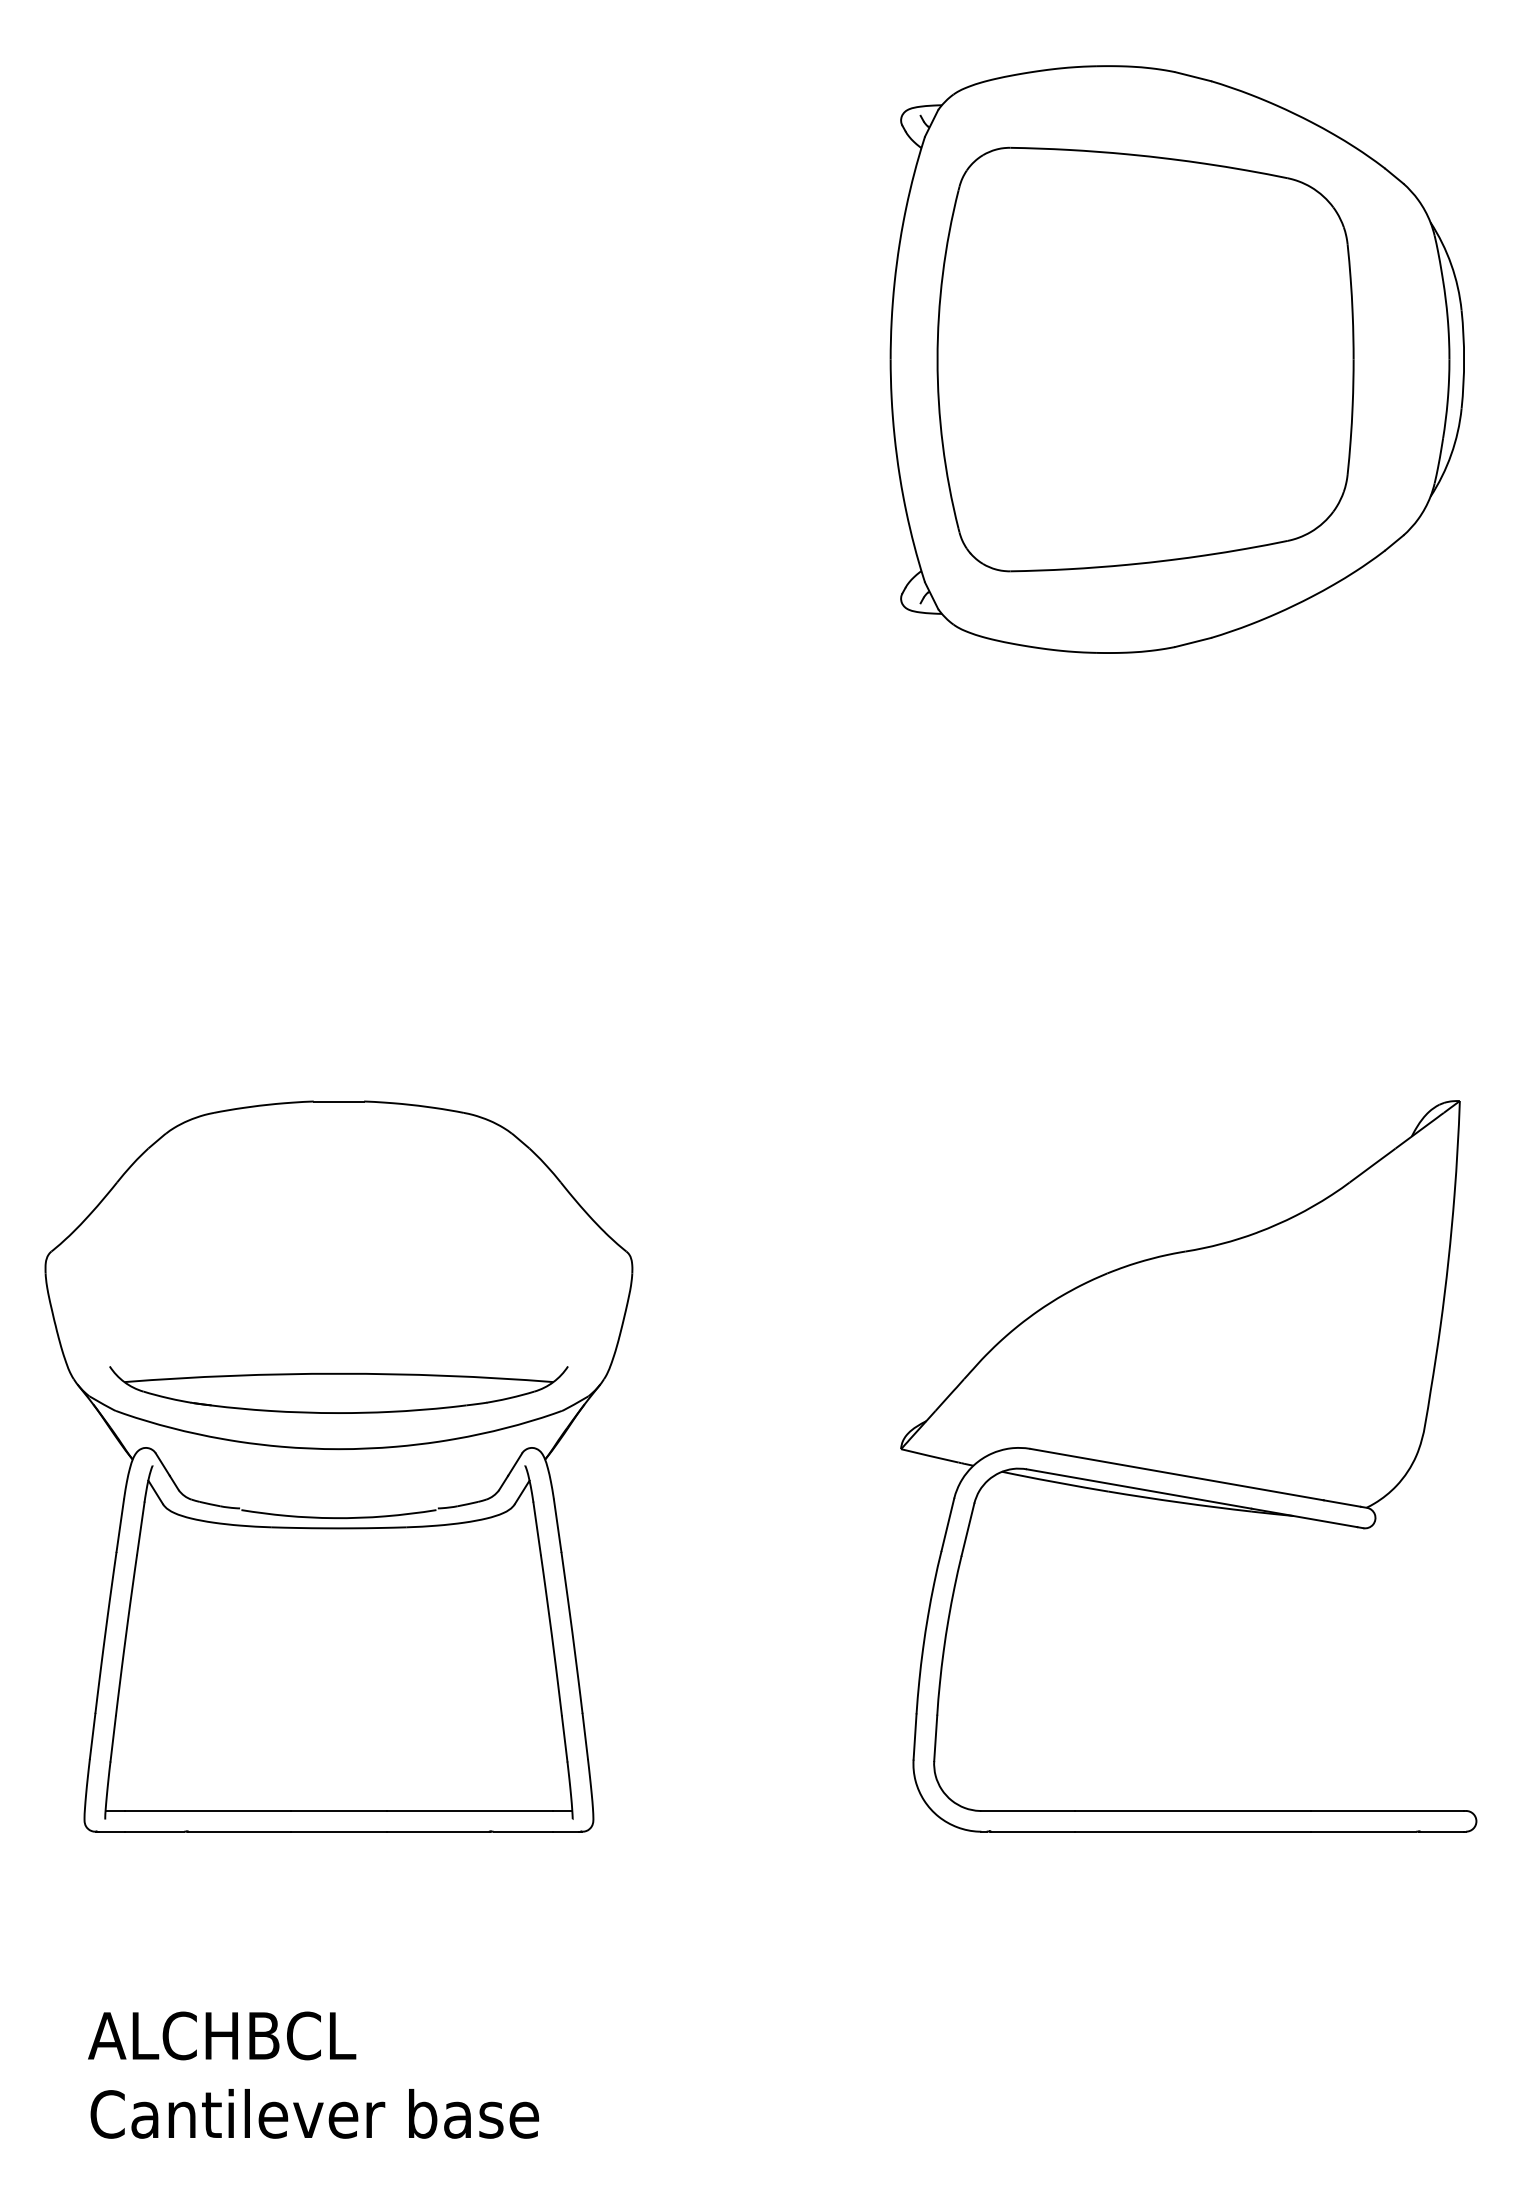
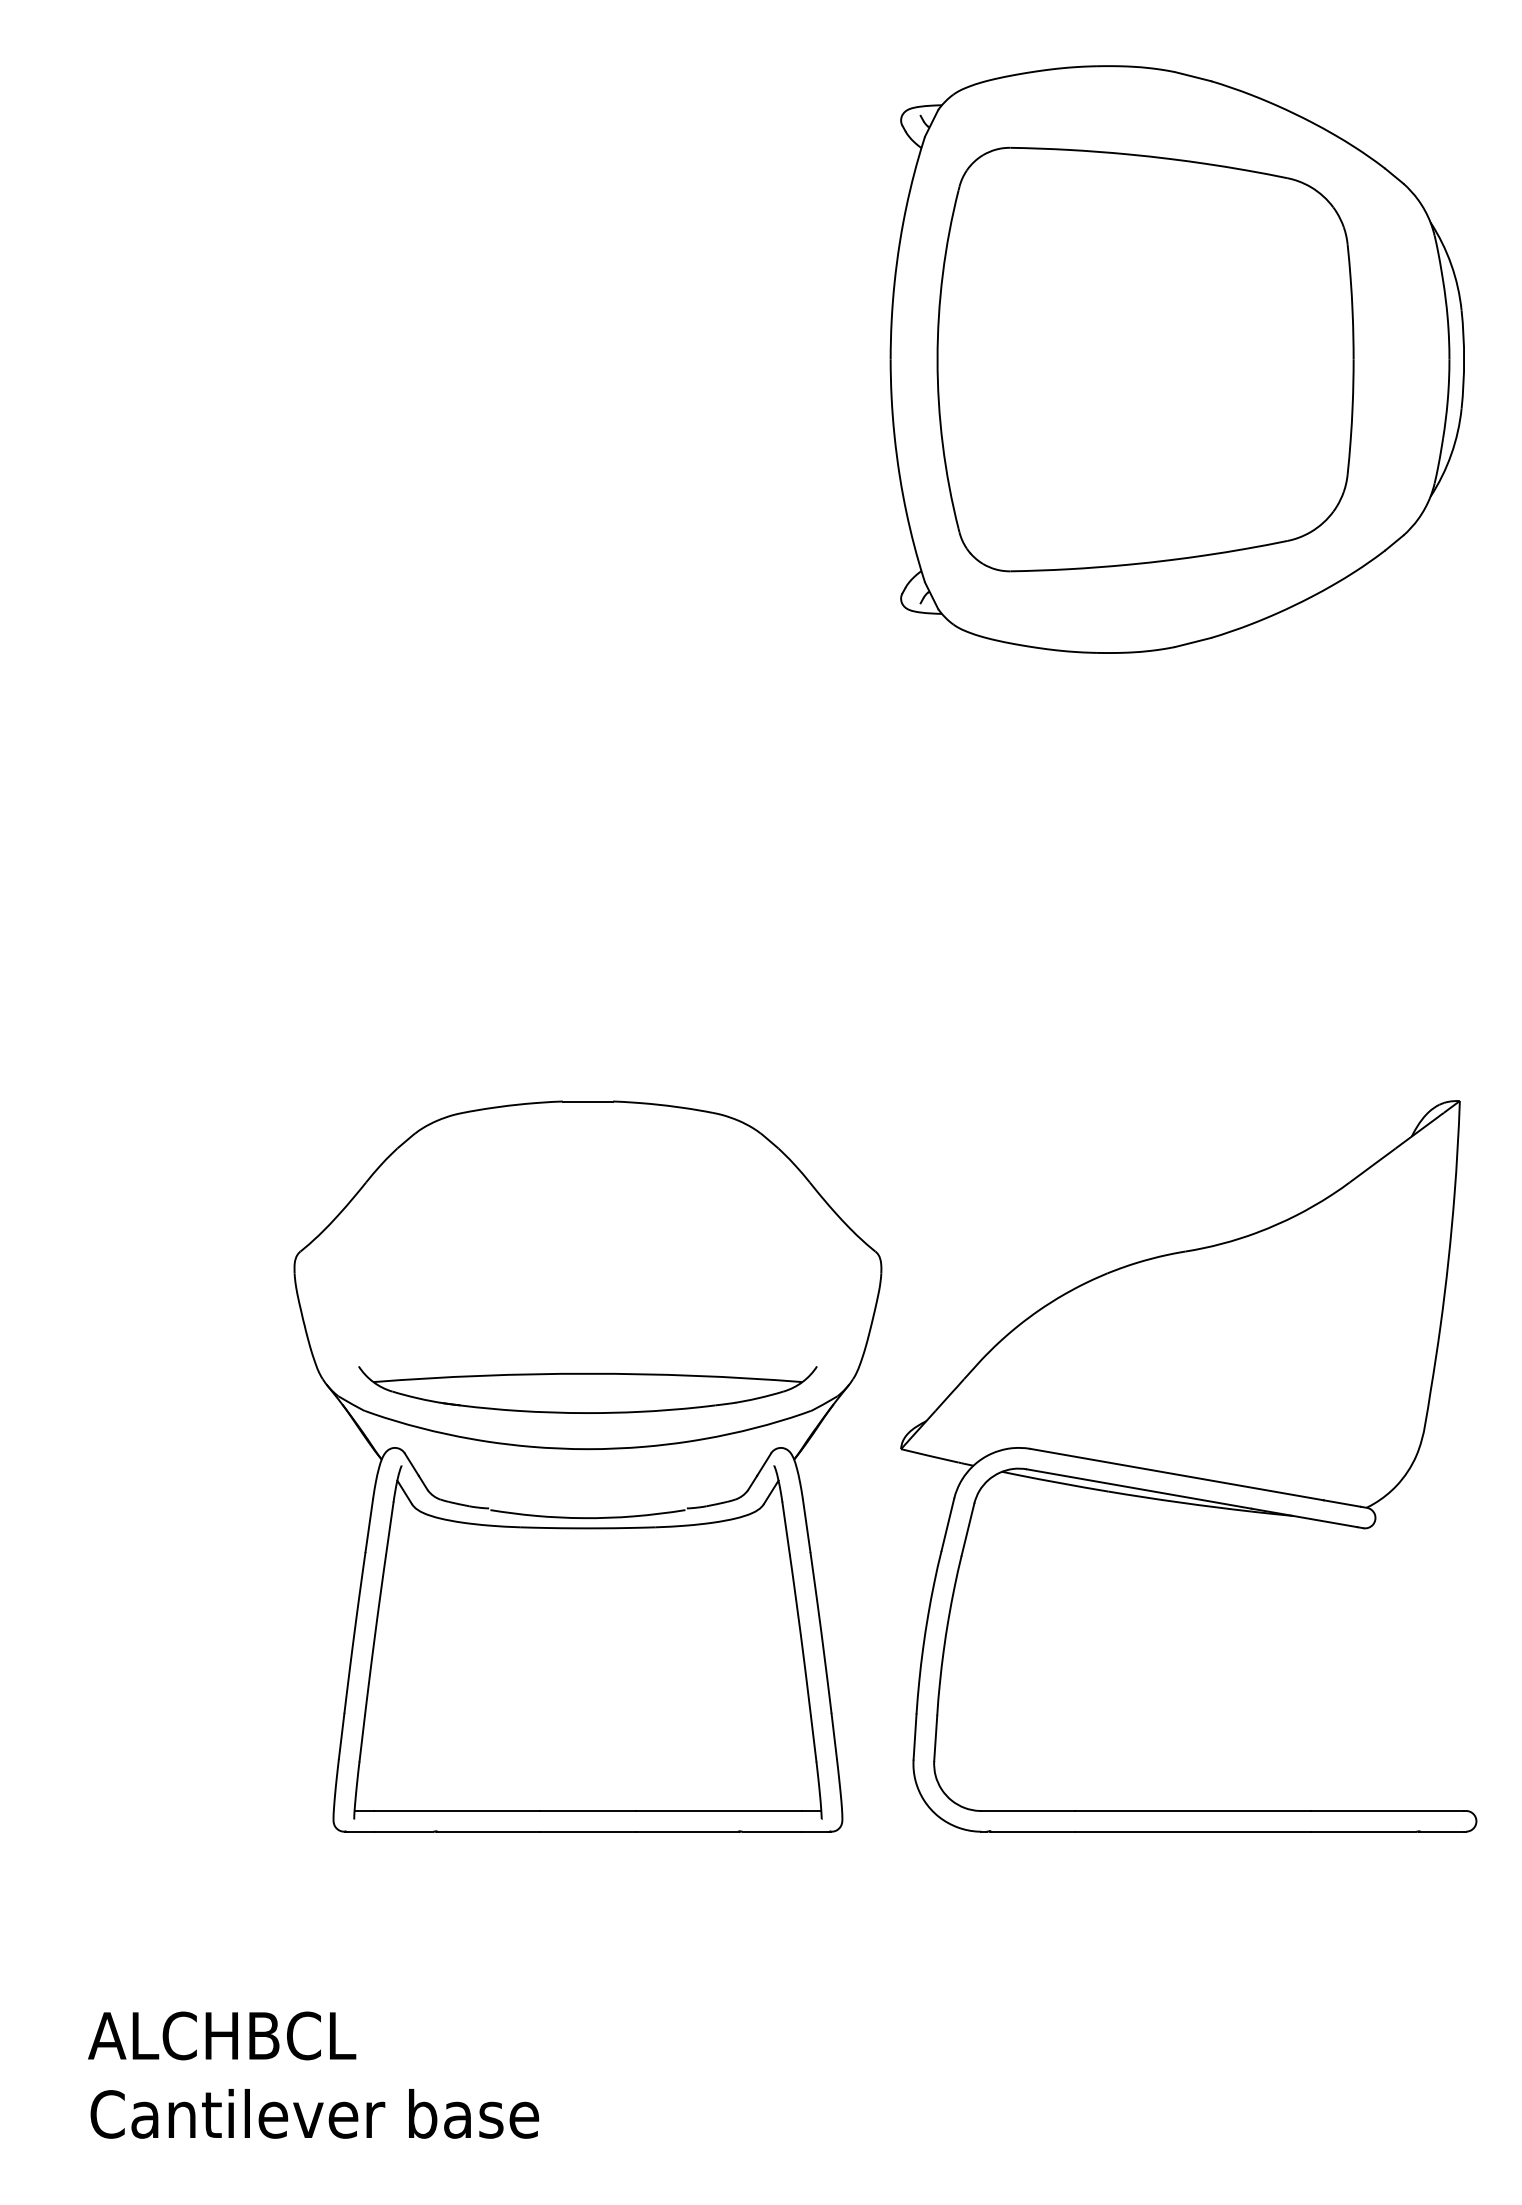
part at (338, 1466) position: (338, 1466) -> (587, 1466)
